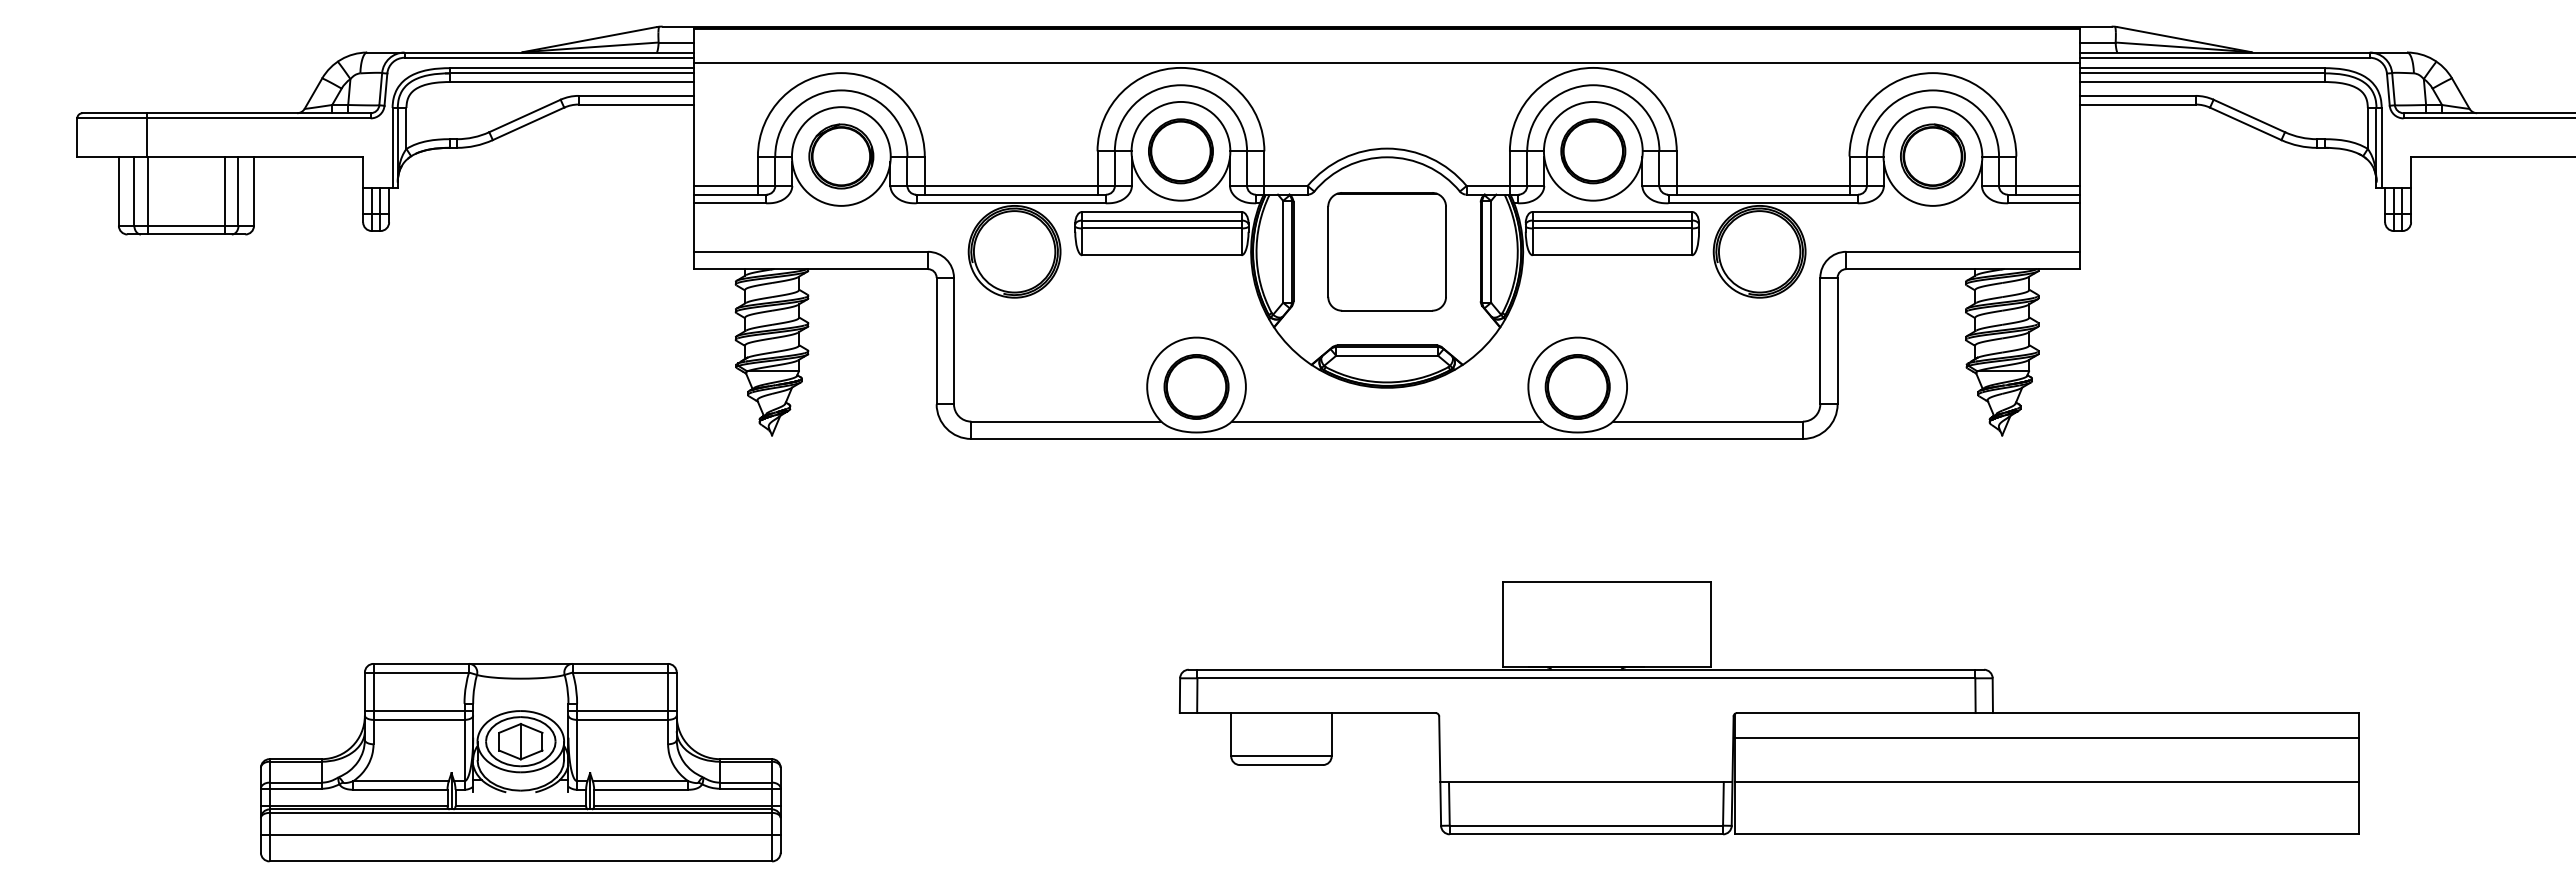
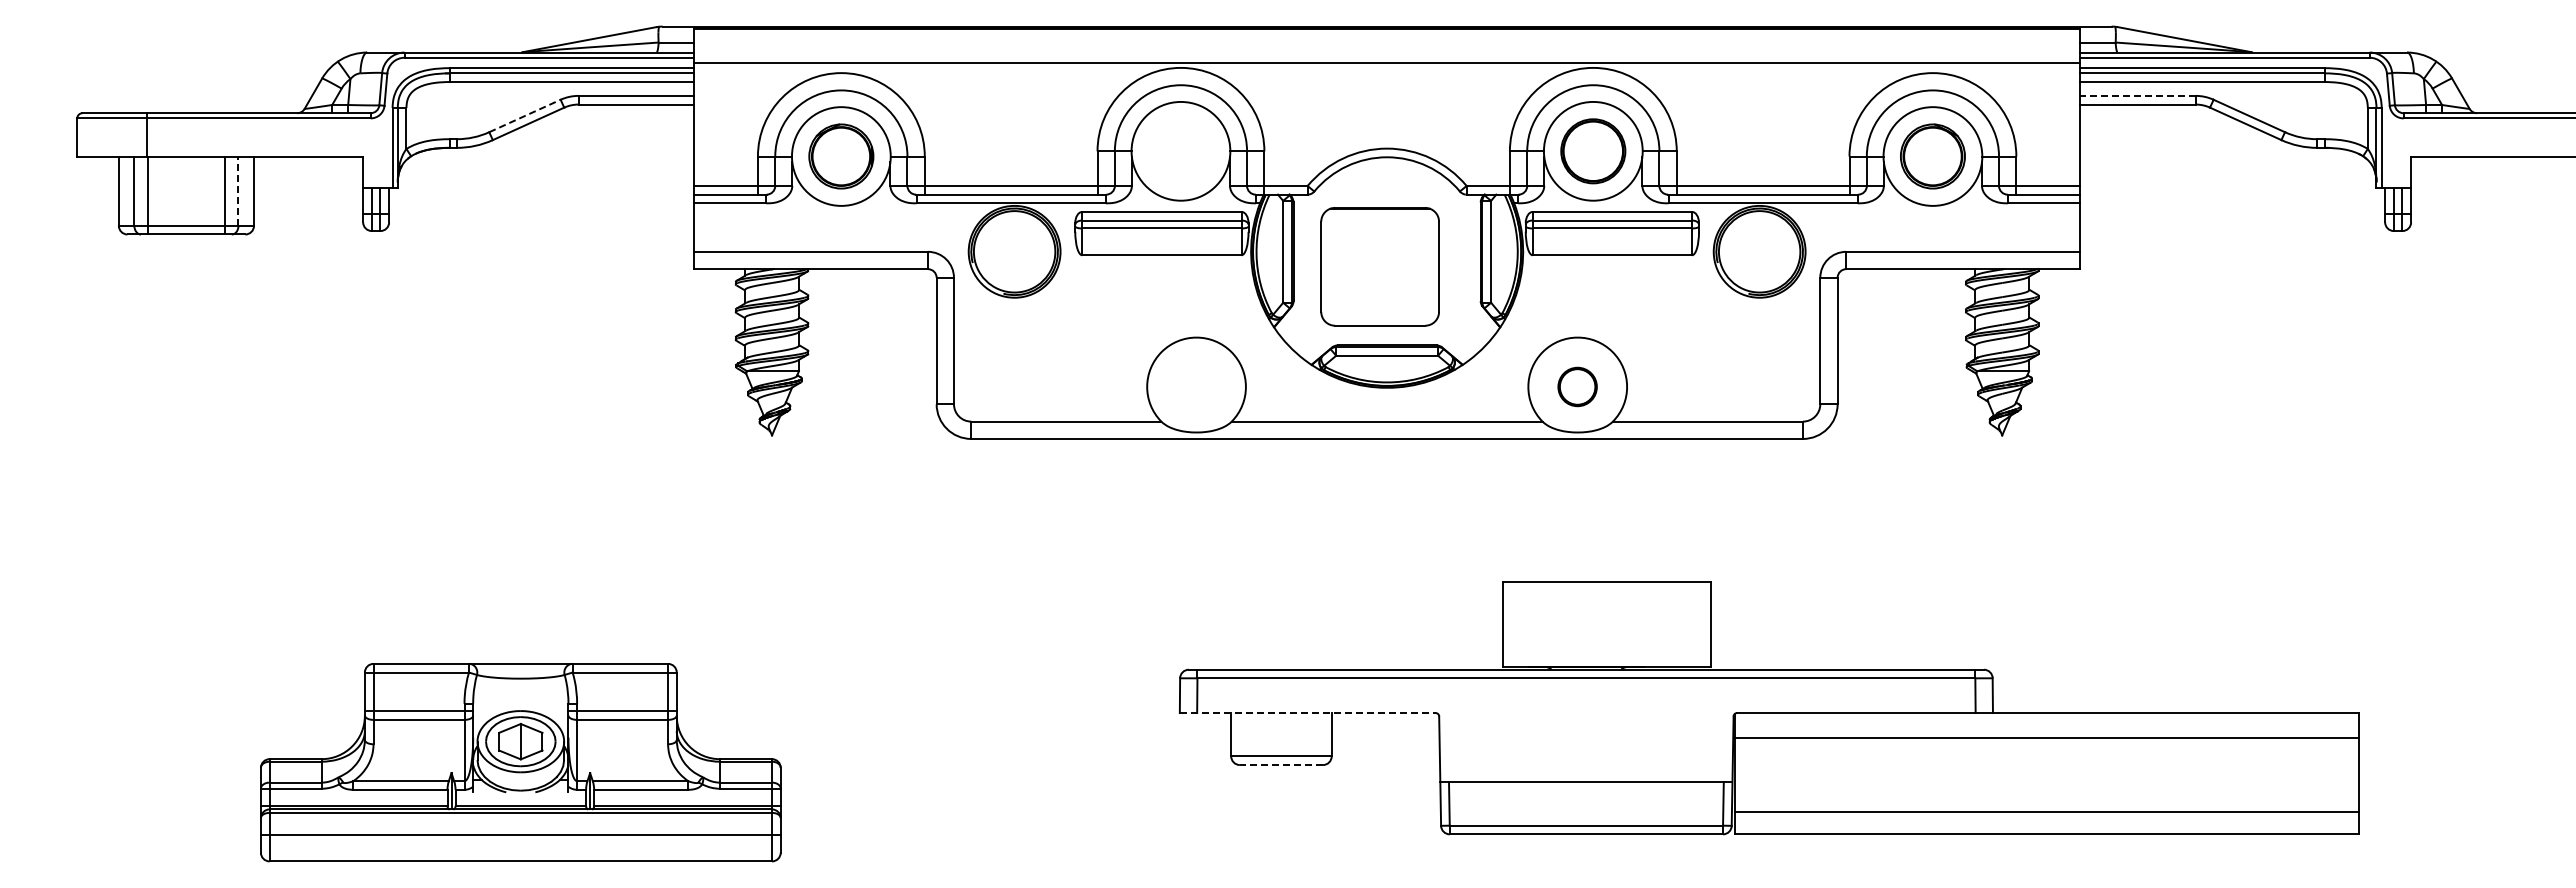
line at (2137, 95): solid -> dashed
line at (525, 115): solid -> dashed
part at (1180, 151): present -> none
line at (238, 191): solid -> dashed
part at (1386, 251) position: (1386, 251) -> (1379, 266)
part at (1196, 386): present -> none
part at (1577, 386) size: 67x66 px -> 41x42 px
line at (1307, 713): solid -> dashed
line at (1281, 765): solid -> dashed
line at (2047, 782) position: (2047, 782) -> (2047, 812)
